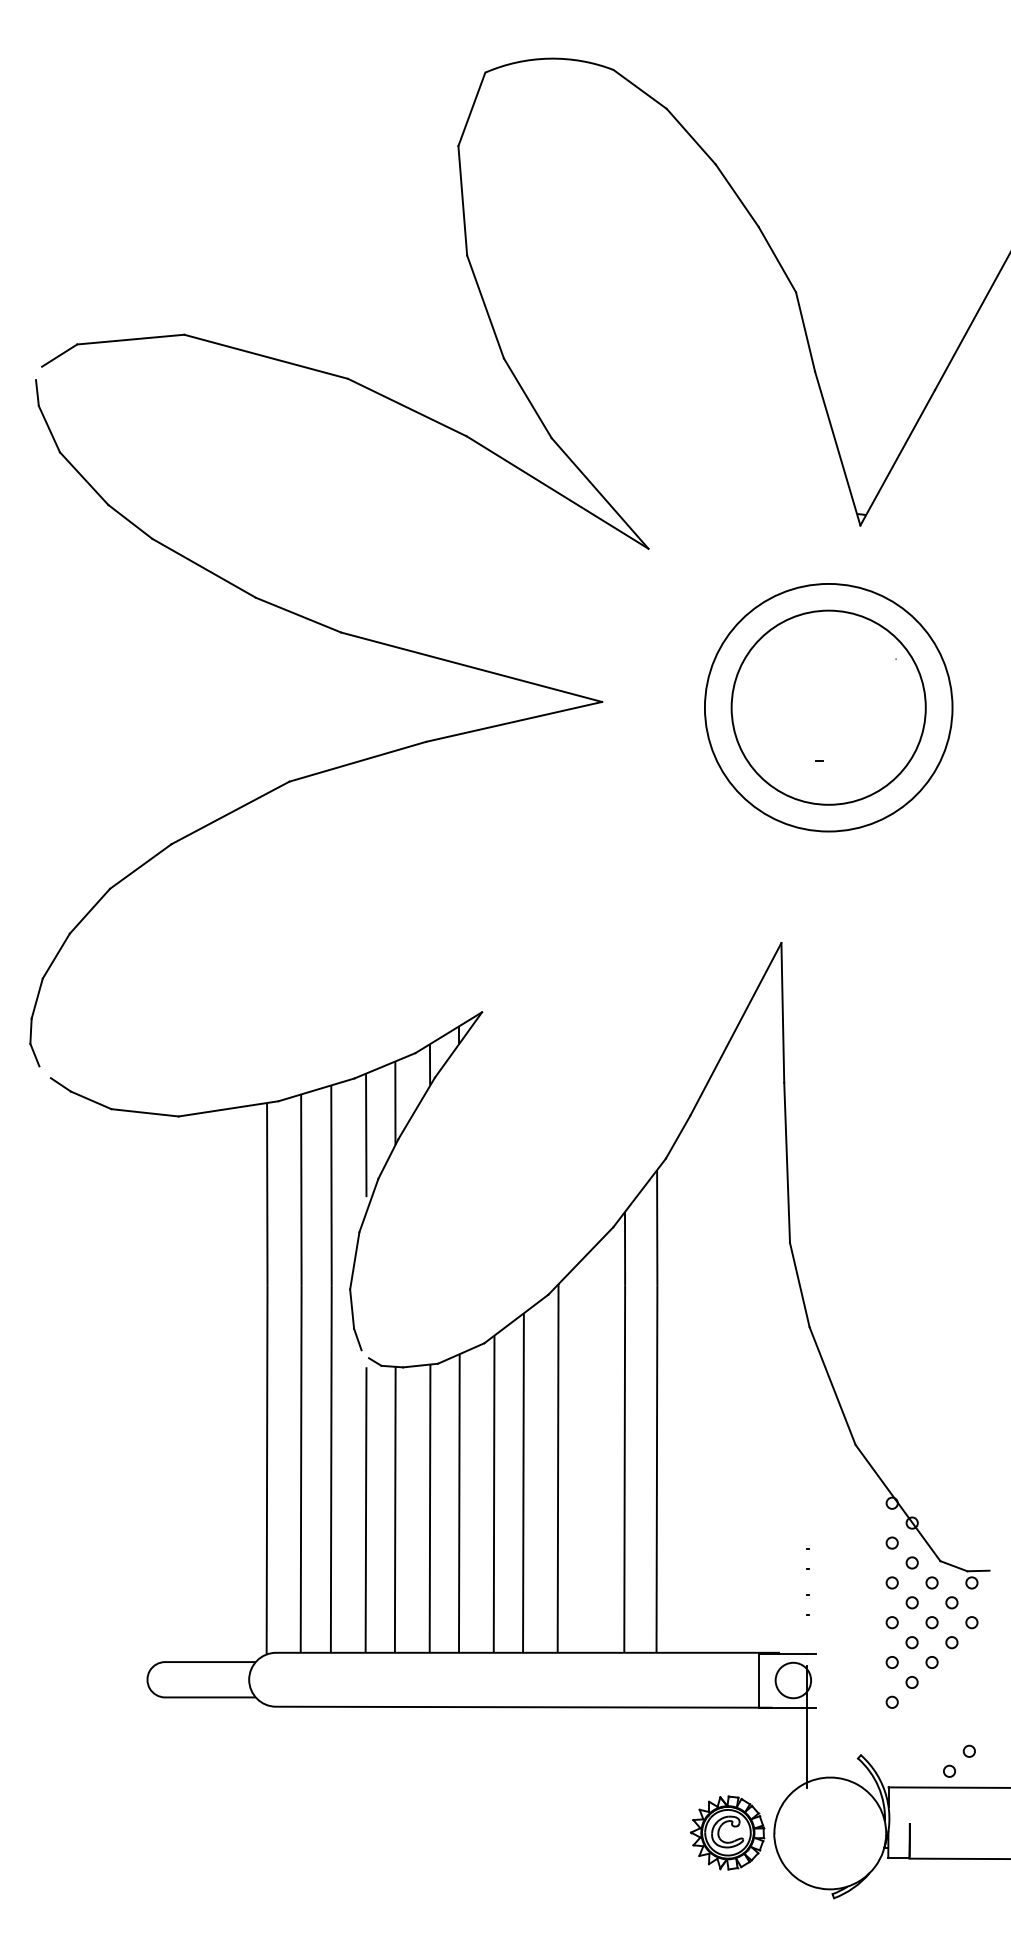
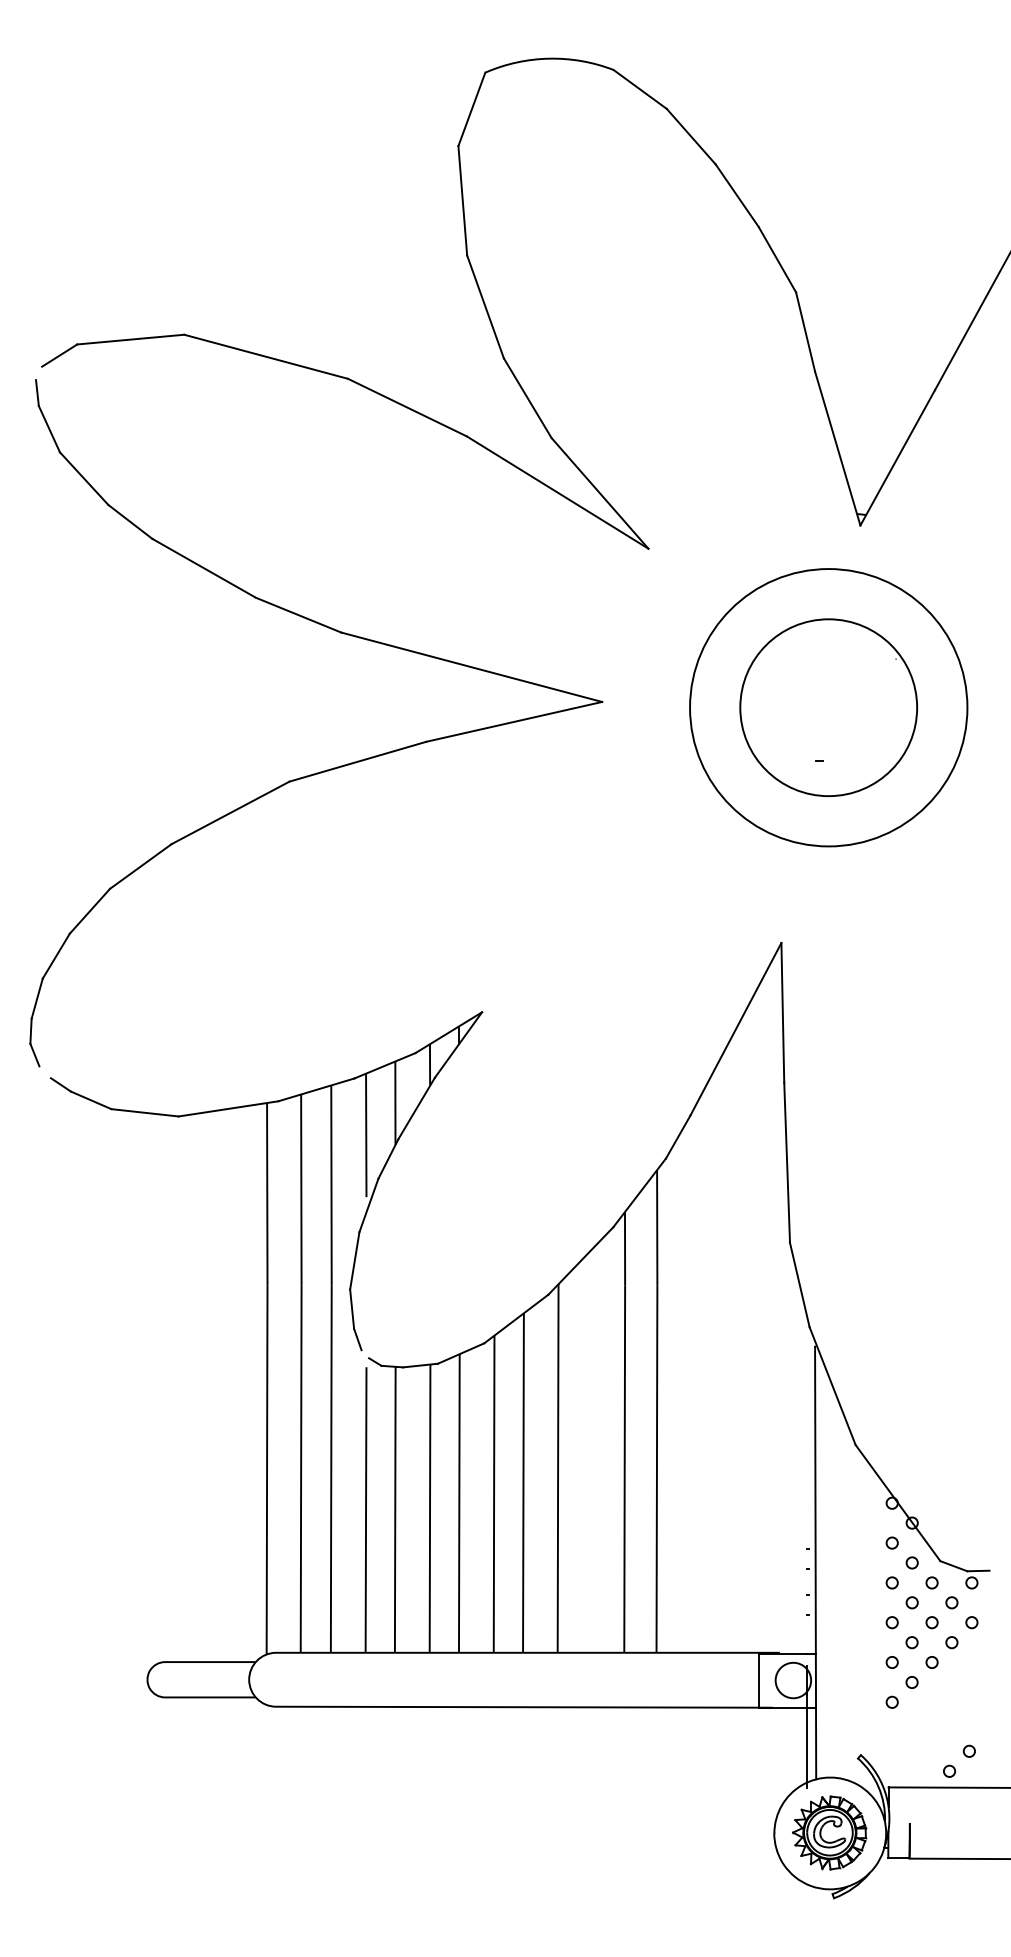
circle at (828, 707) diameter: 194 px -> 277 px
circle at (828, 707) diameter: 248 px -> 177 px
line at (815, 1562): none -> present
part at (727, 1832) position: (727, 1832) -> (829, 1832)
